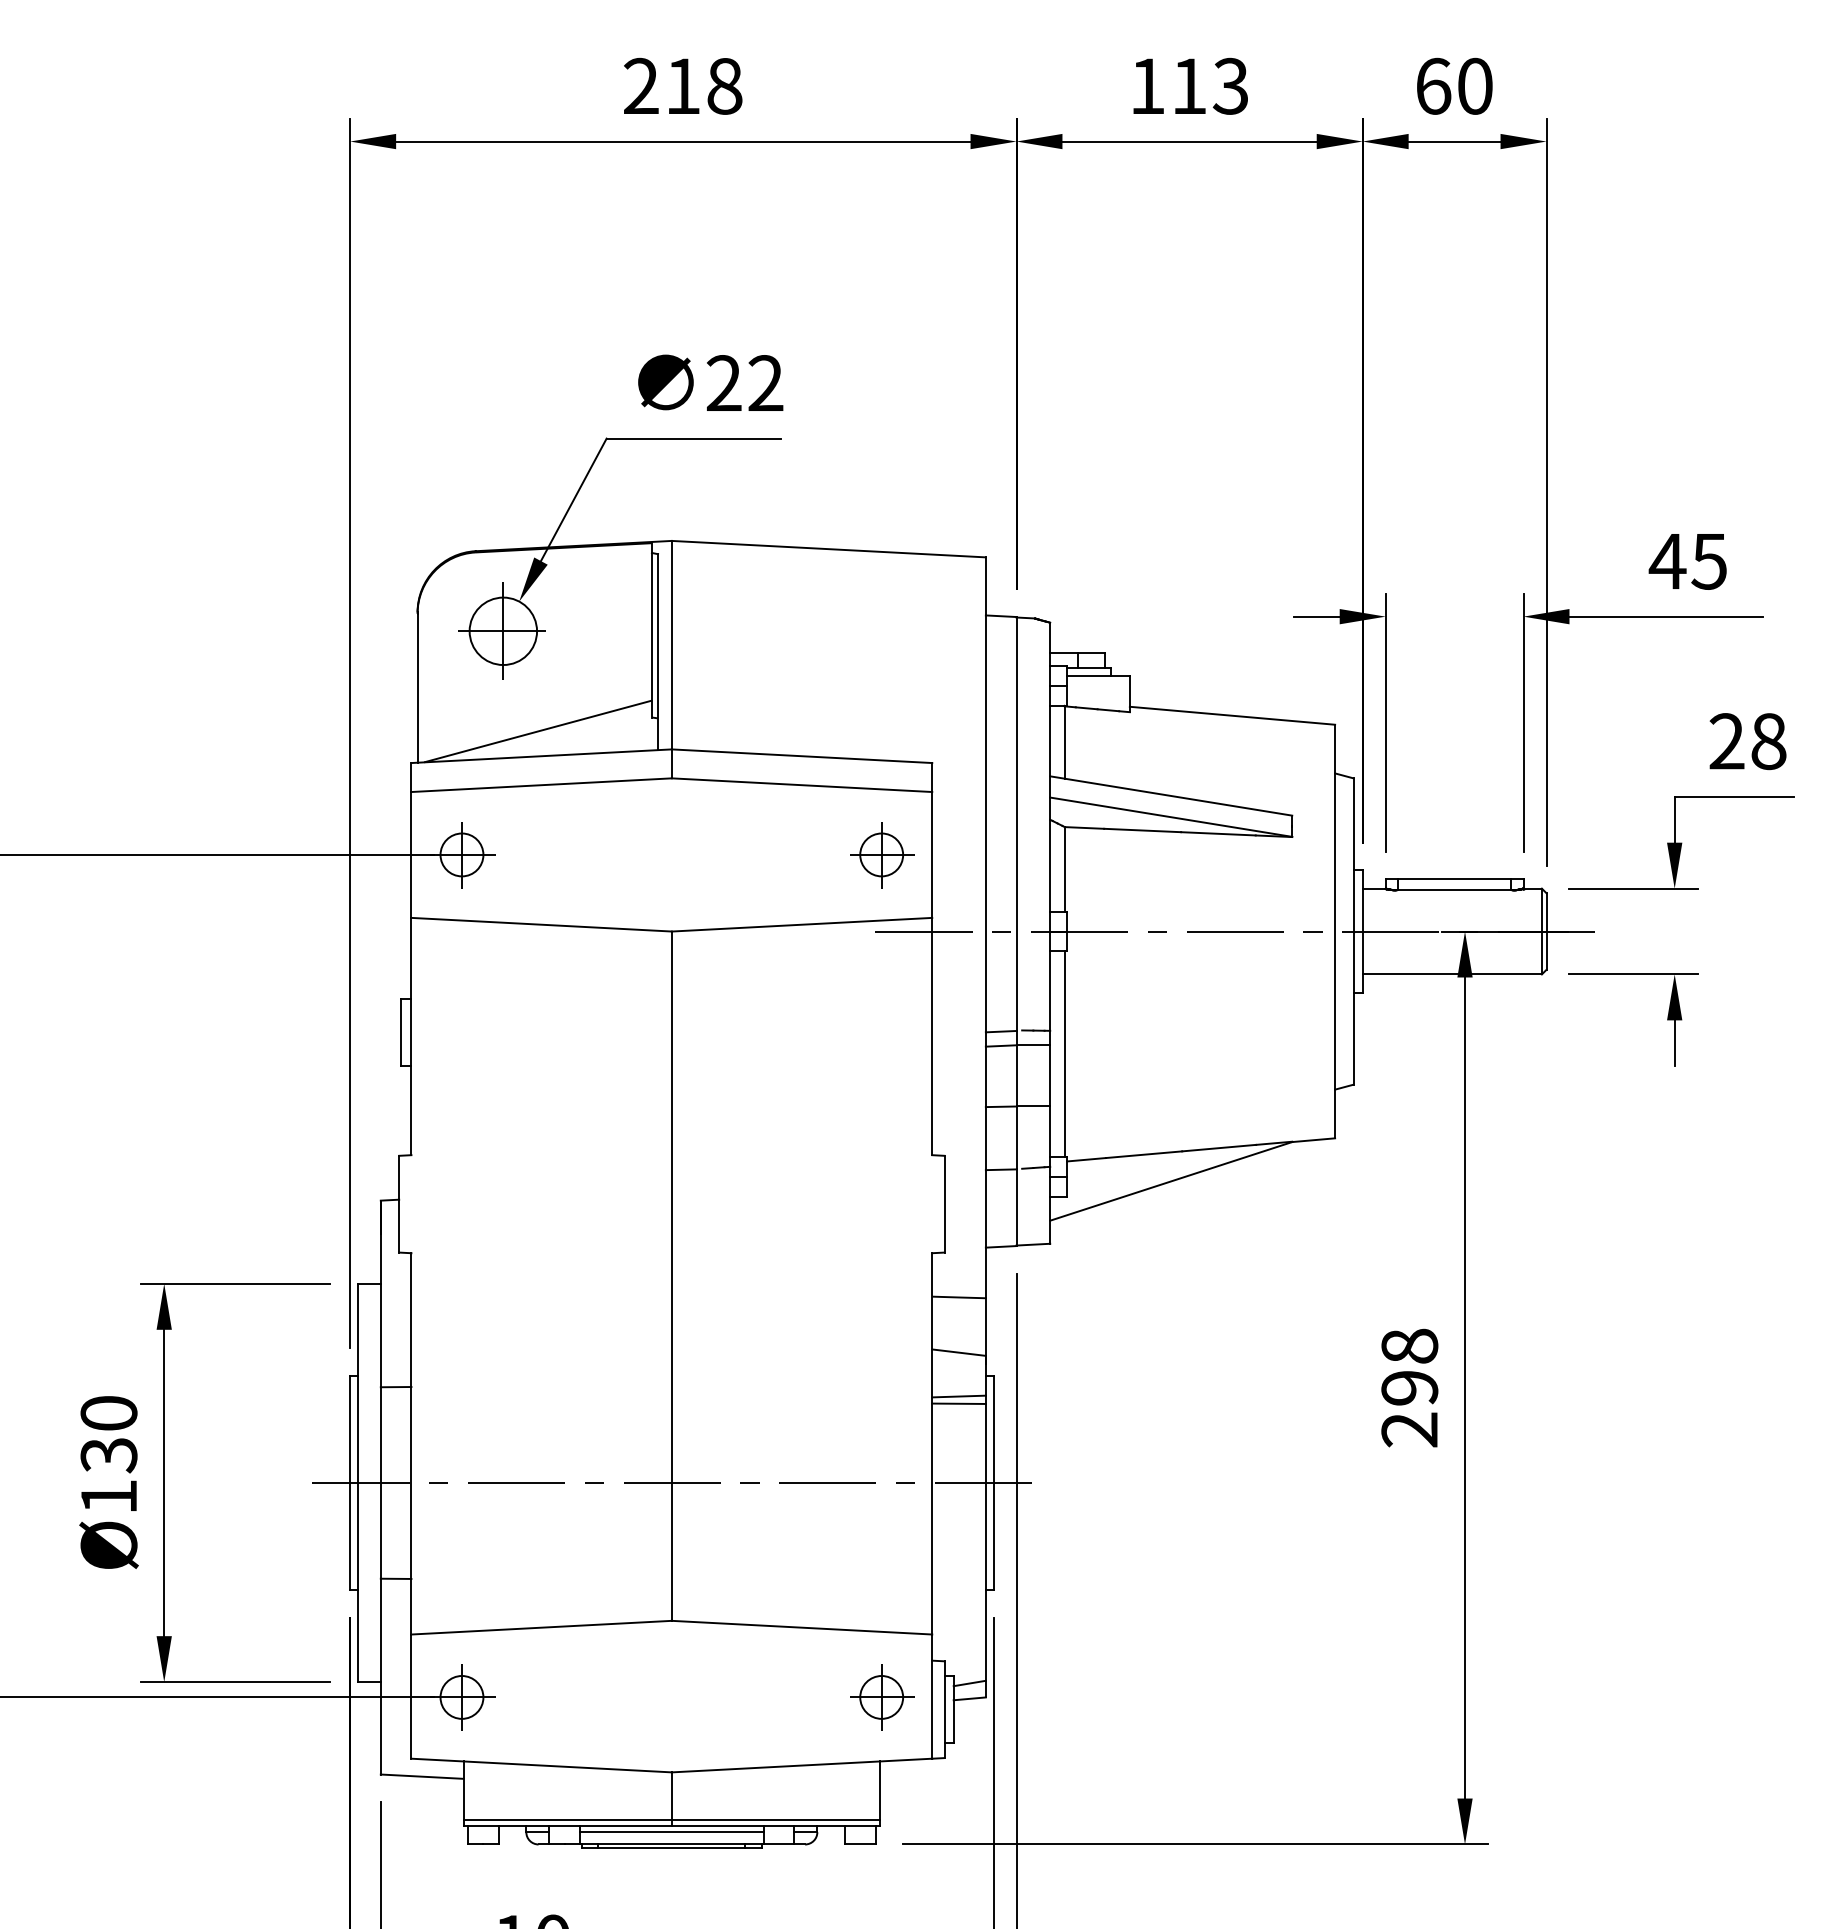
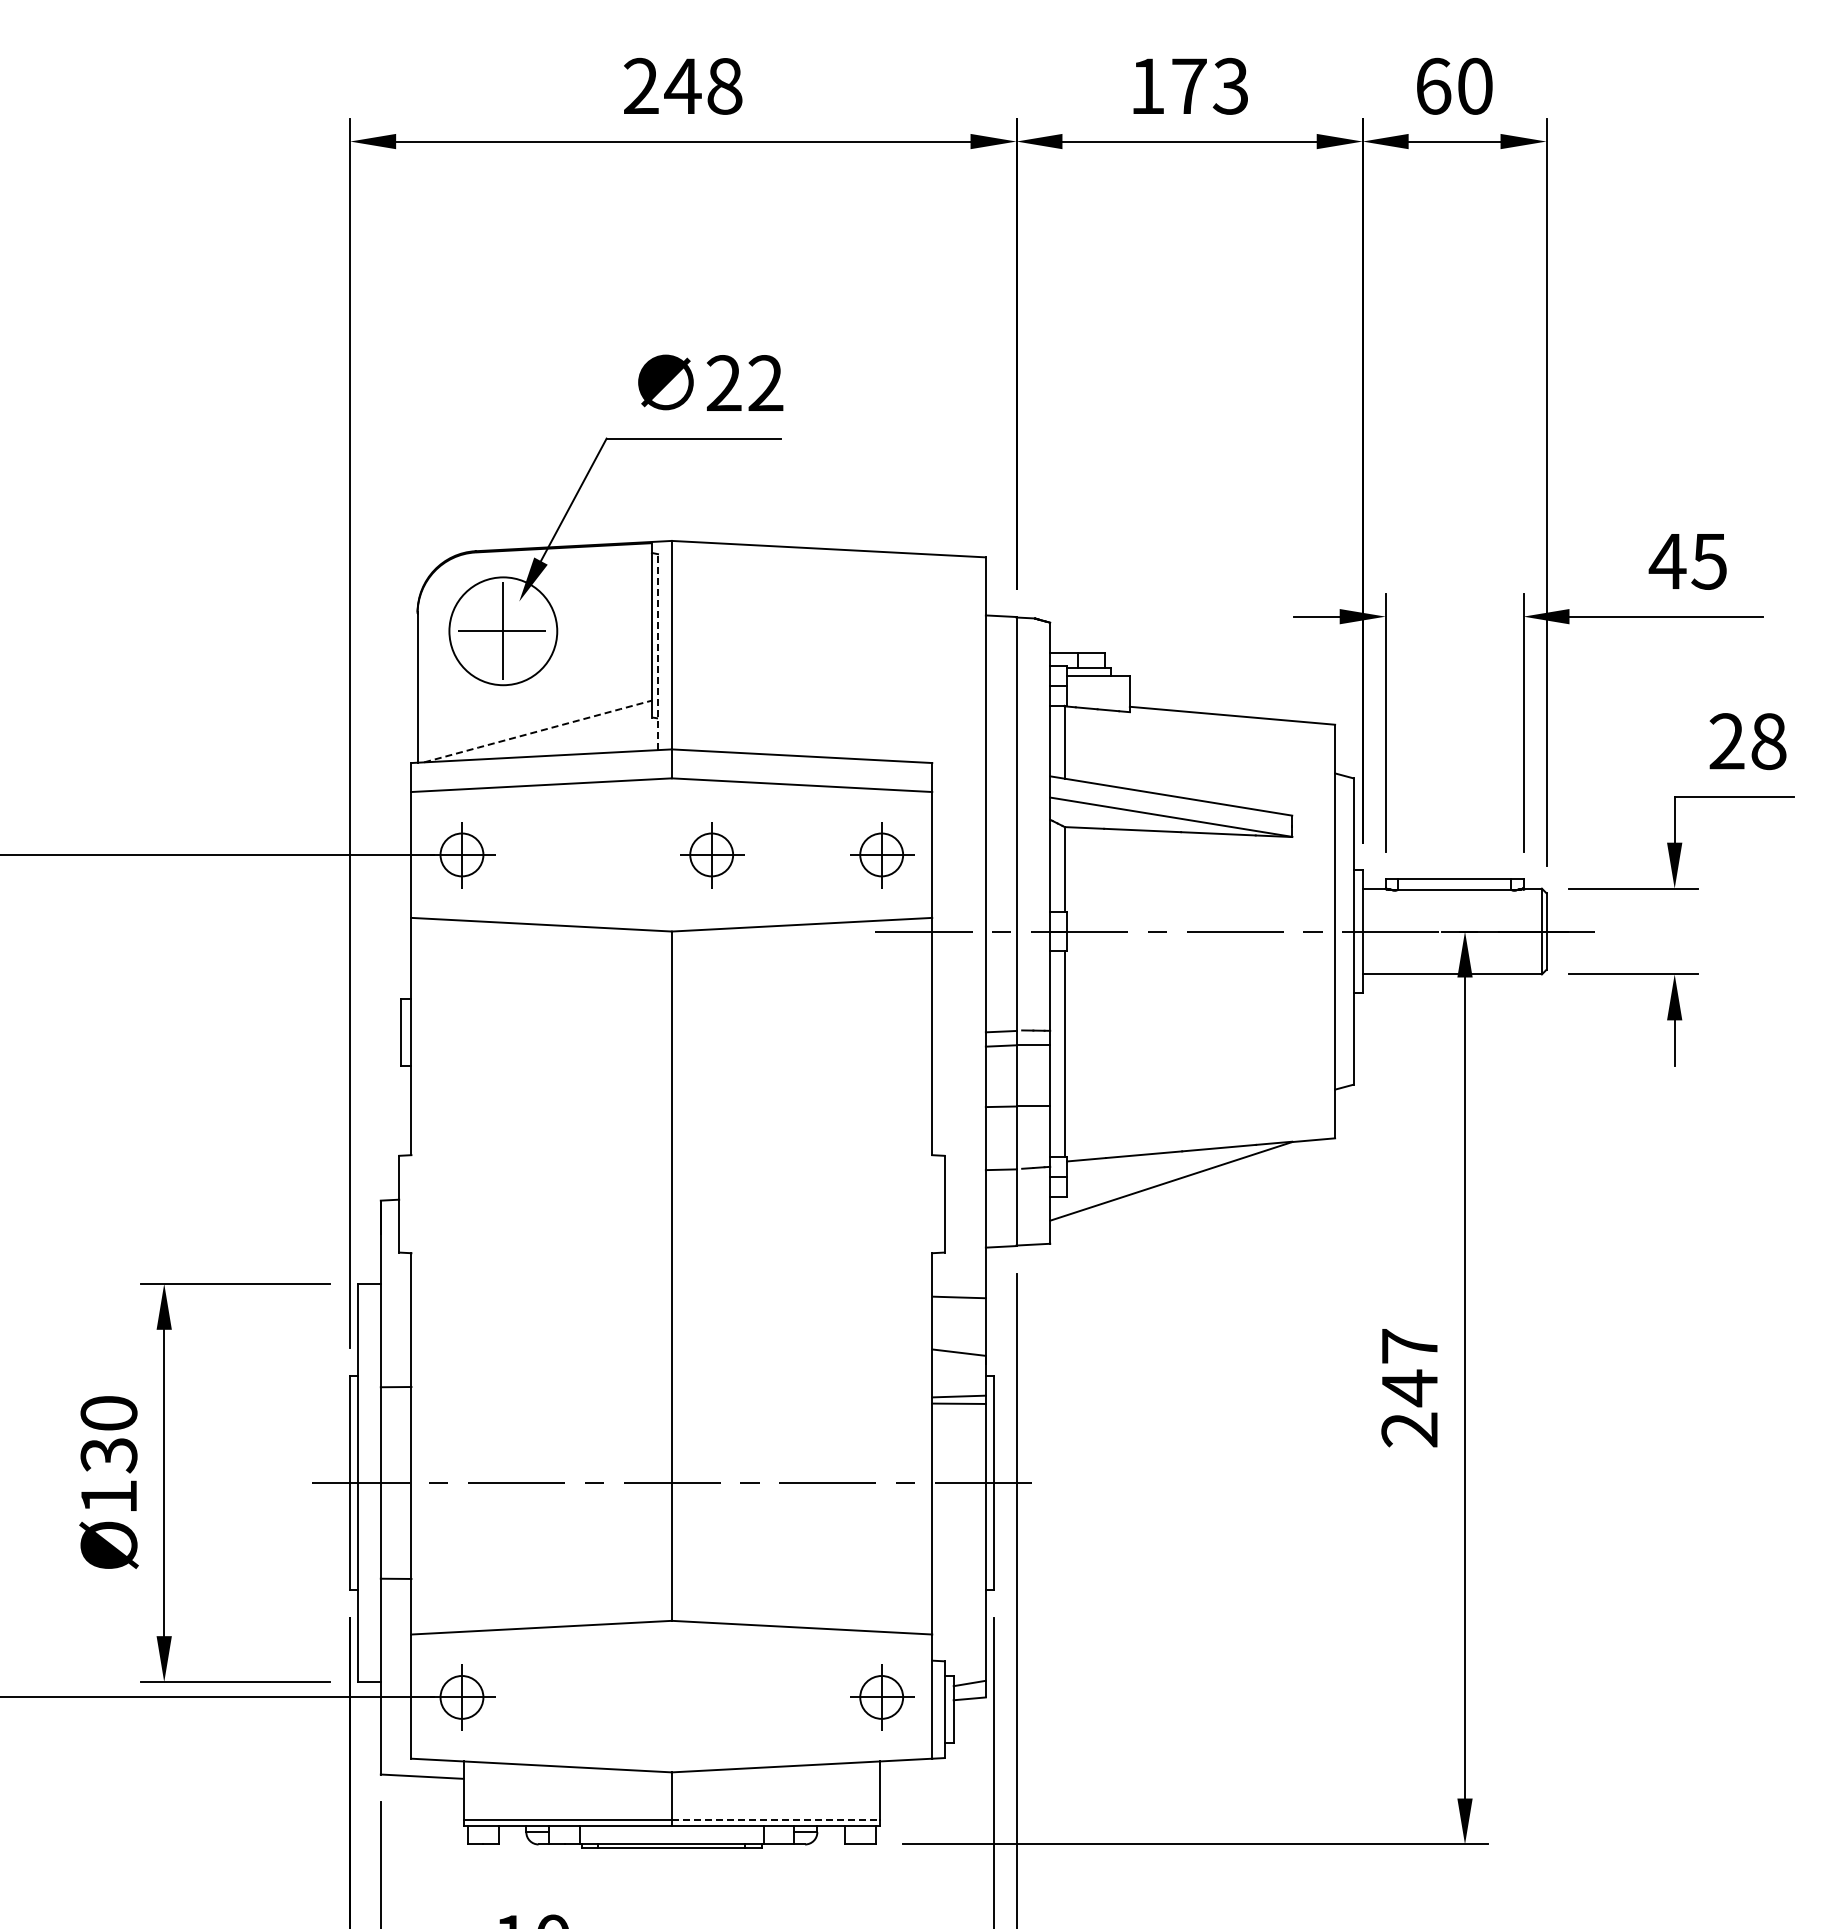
text at (682, 85): 218 -> 248
text at (1189, 85): 113 -> 173
circle at (503, 631) diameter: 67 px -> 108 px
line at (658, 652): solid -> dashed
line at (538, 731): solid -> dashed
part at (712, 855): none -> present
text at (1409, 1367): 298 -> 247
line at (776, 1819): solid -> dashed
line at (671, 1832): present -> none
